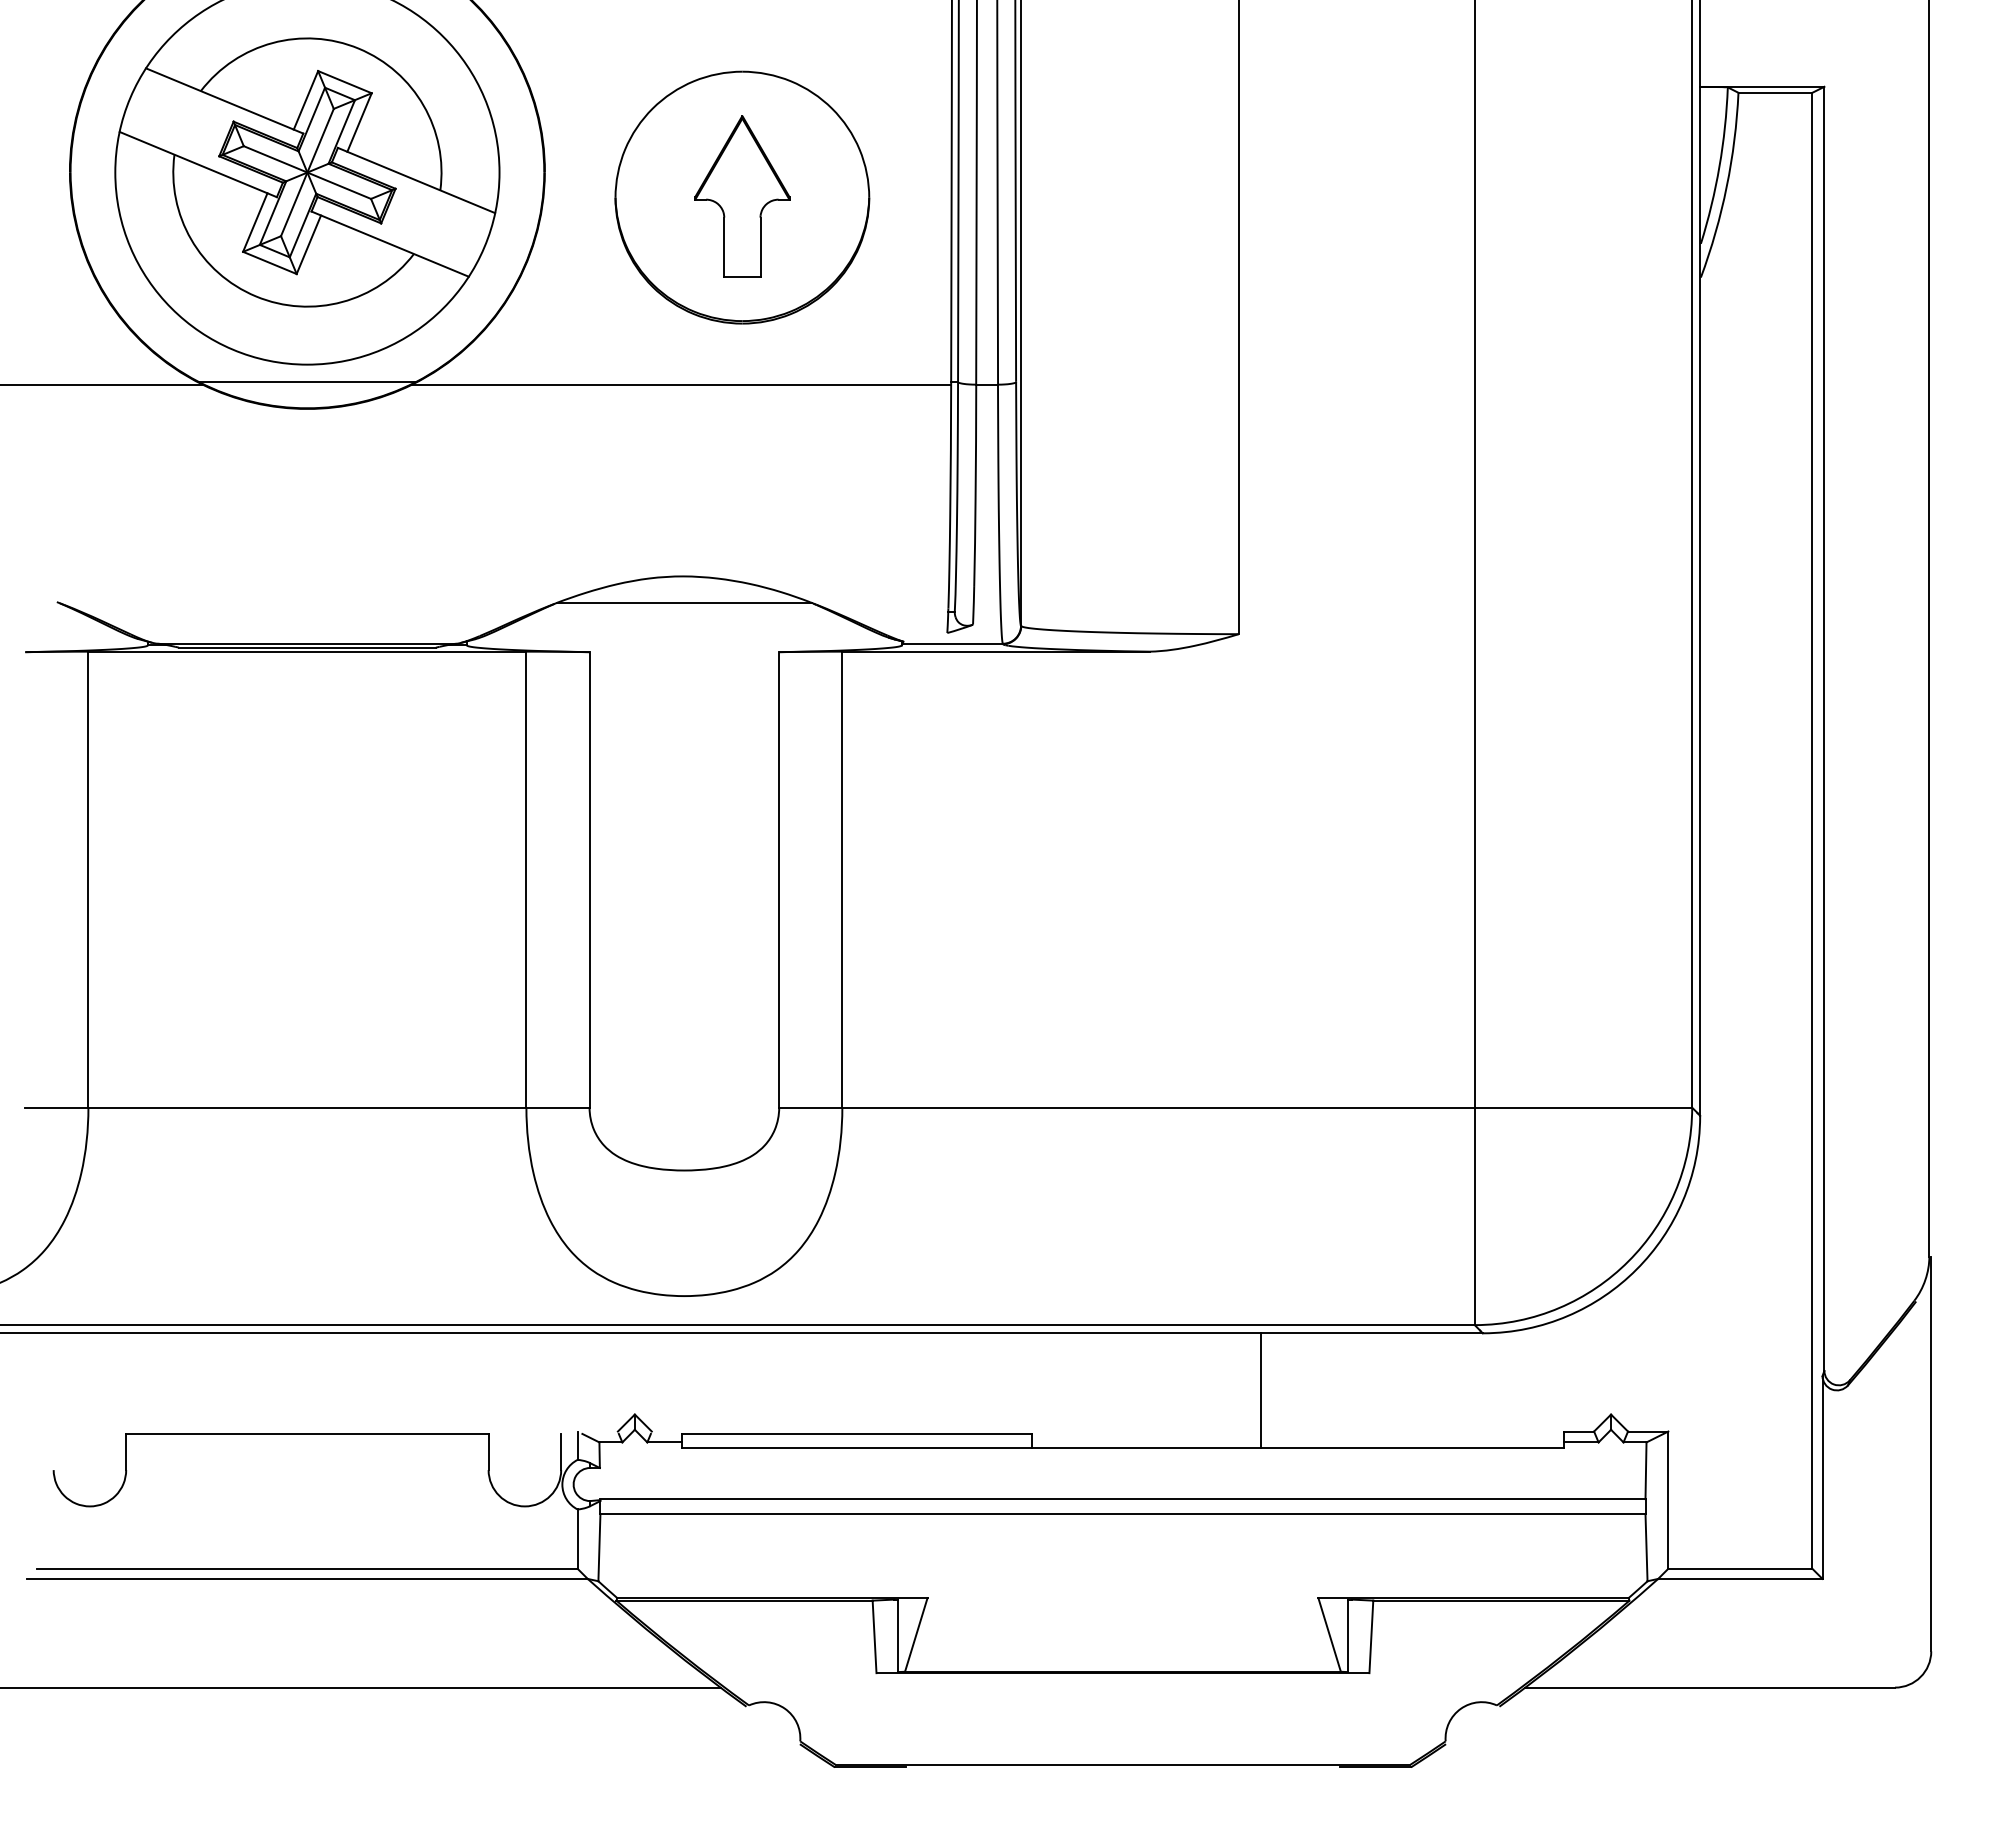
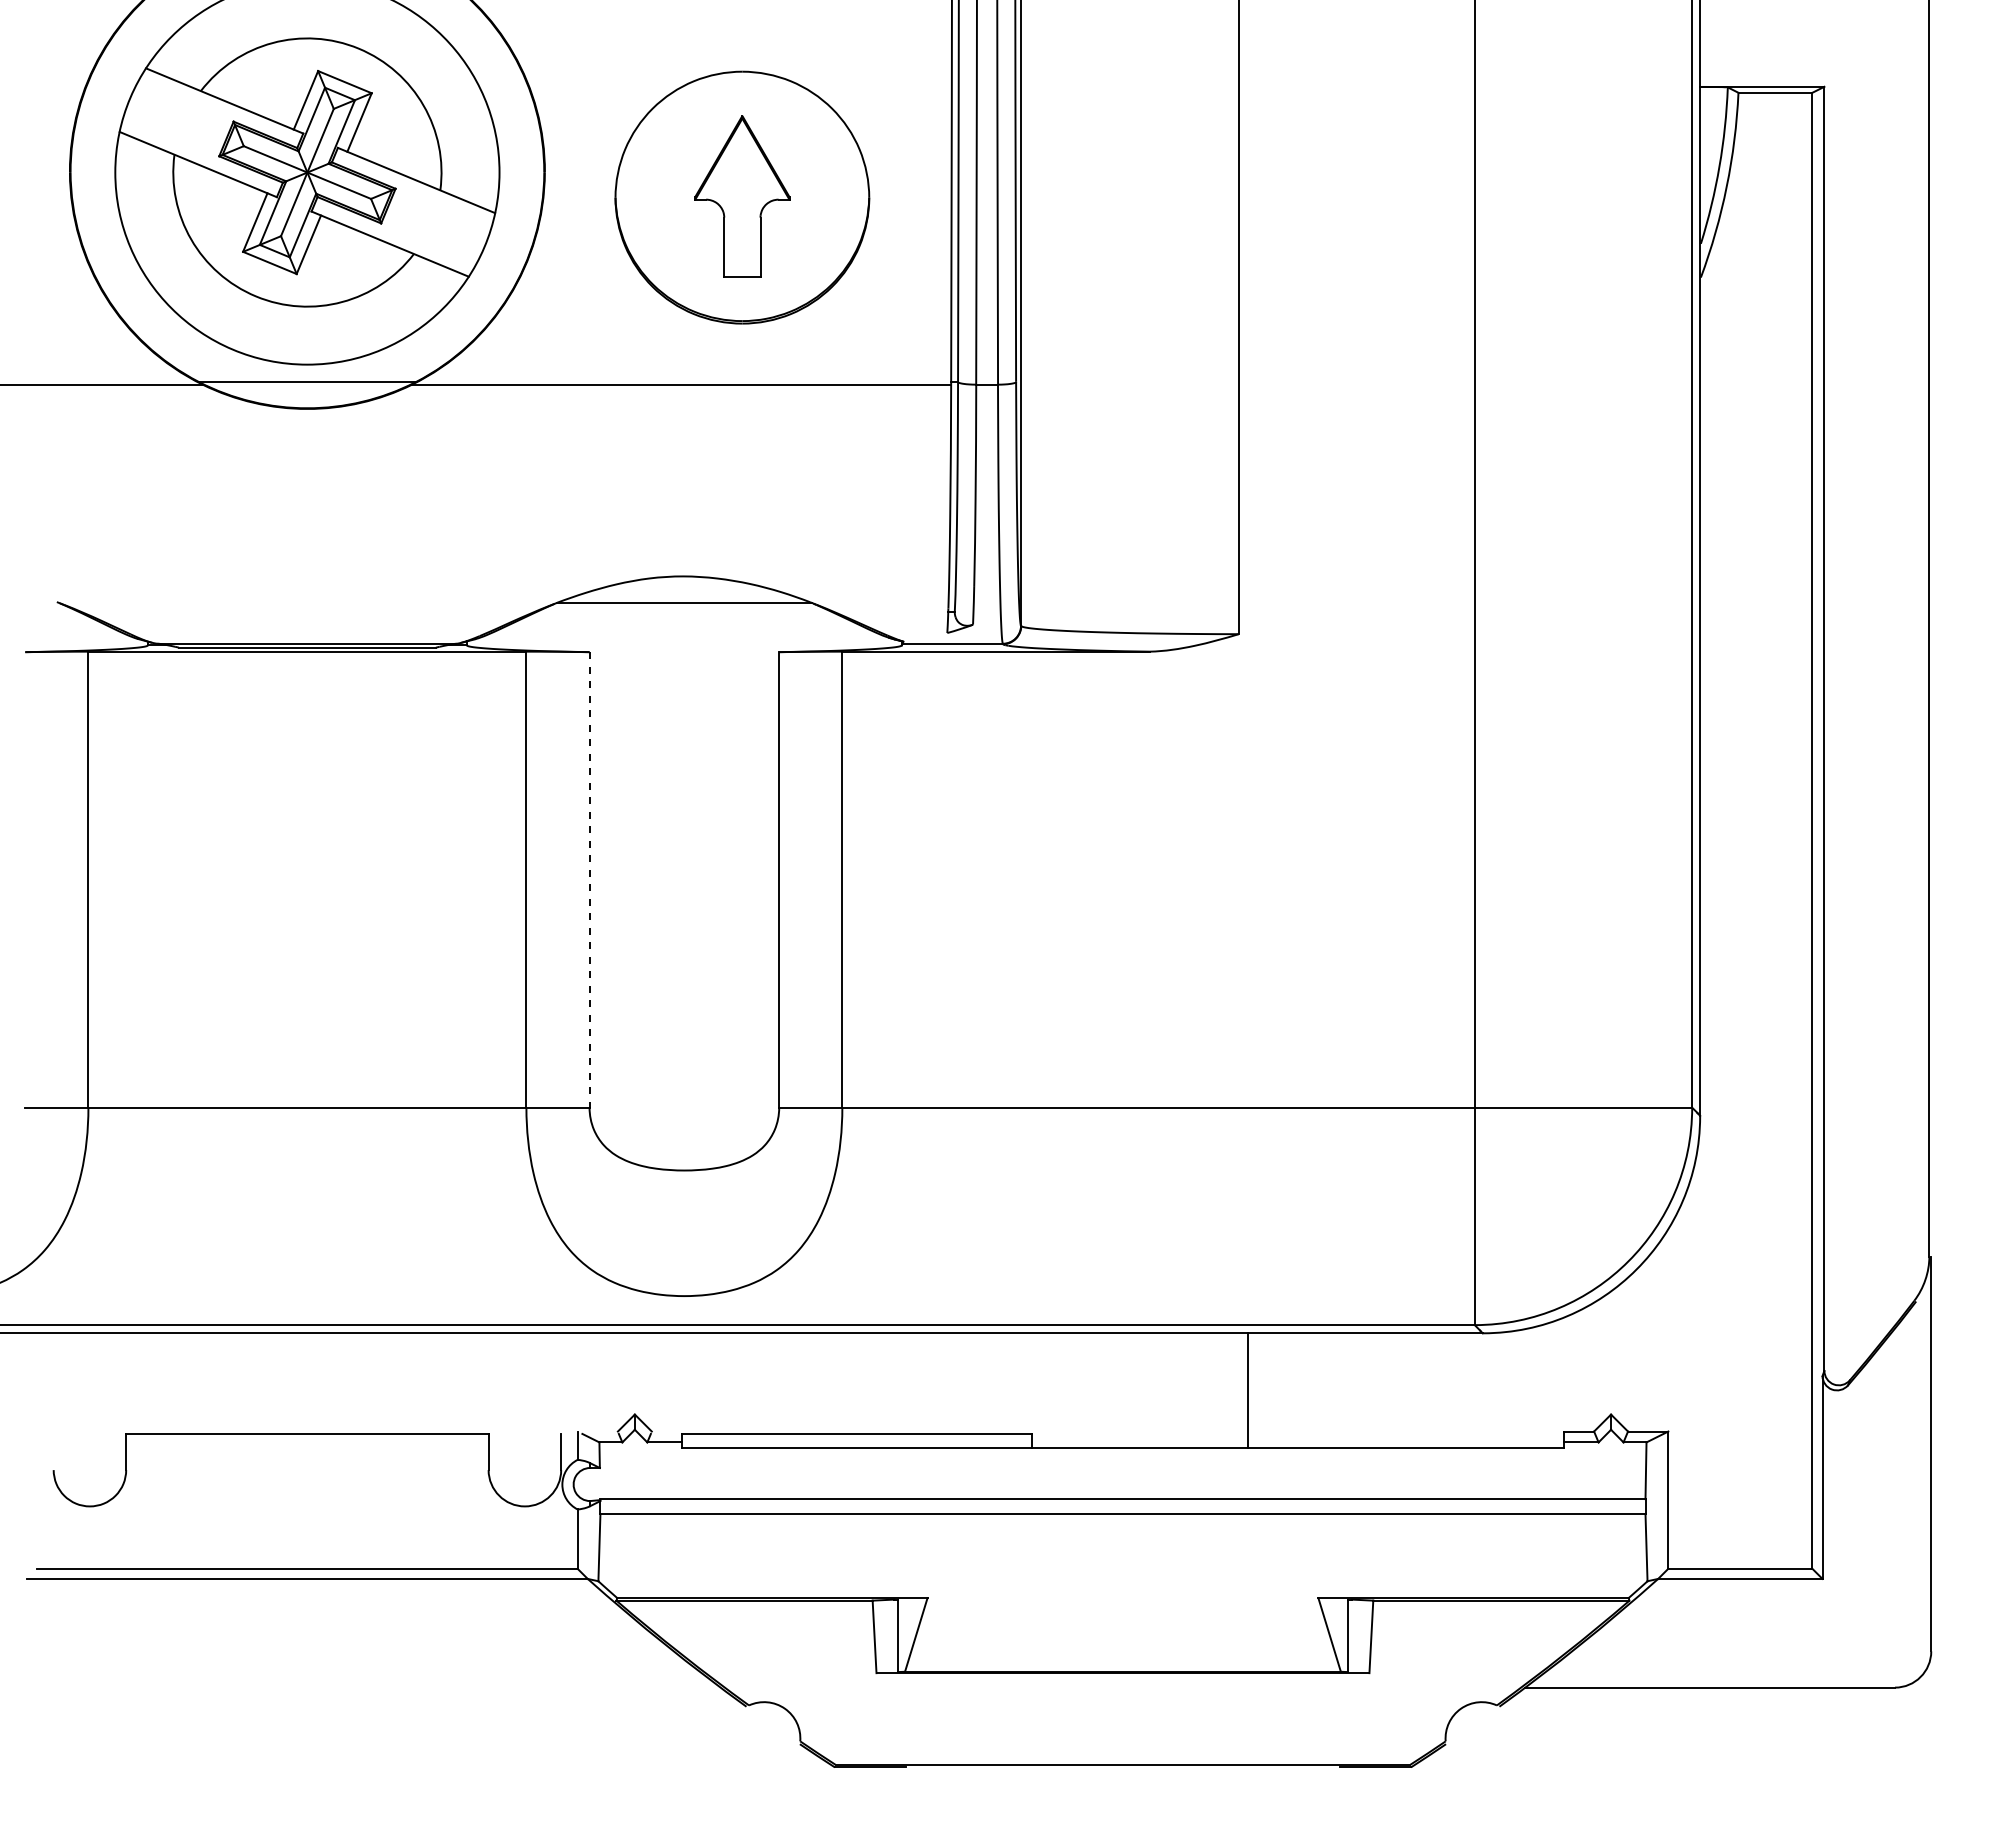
line at (589, 879): solid -> dashed
line at (1260, 1390) position: (1260, 1390) -> (1247, 1390)
line at (361, 1687): present -> none
